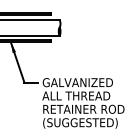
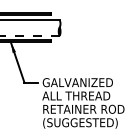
line at (29, 35): solid -> dashed
